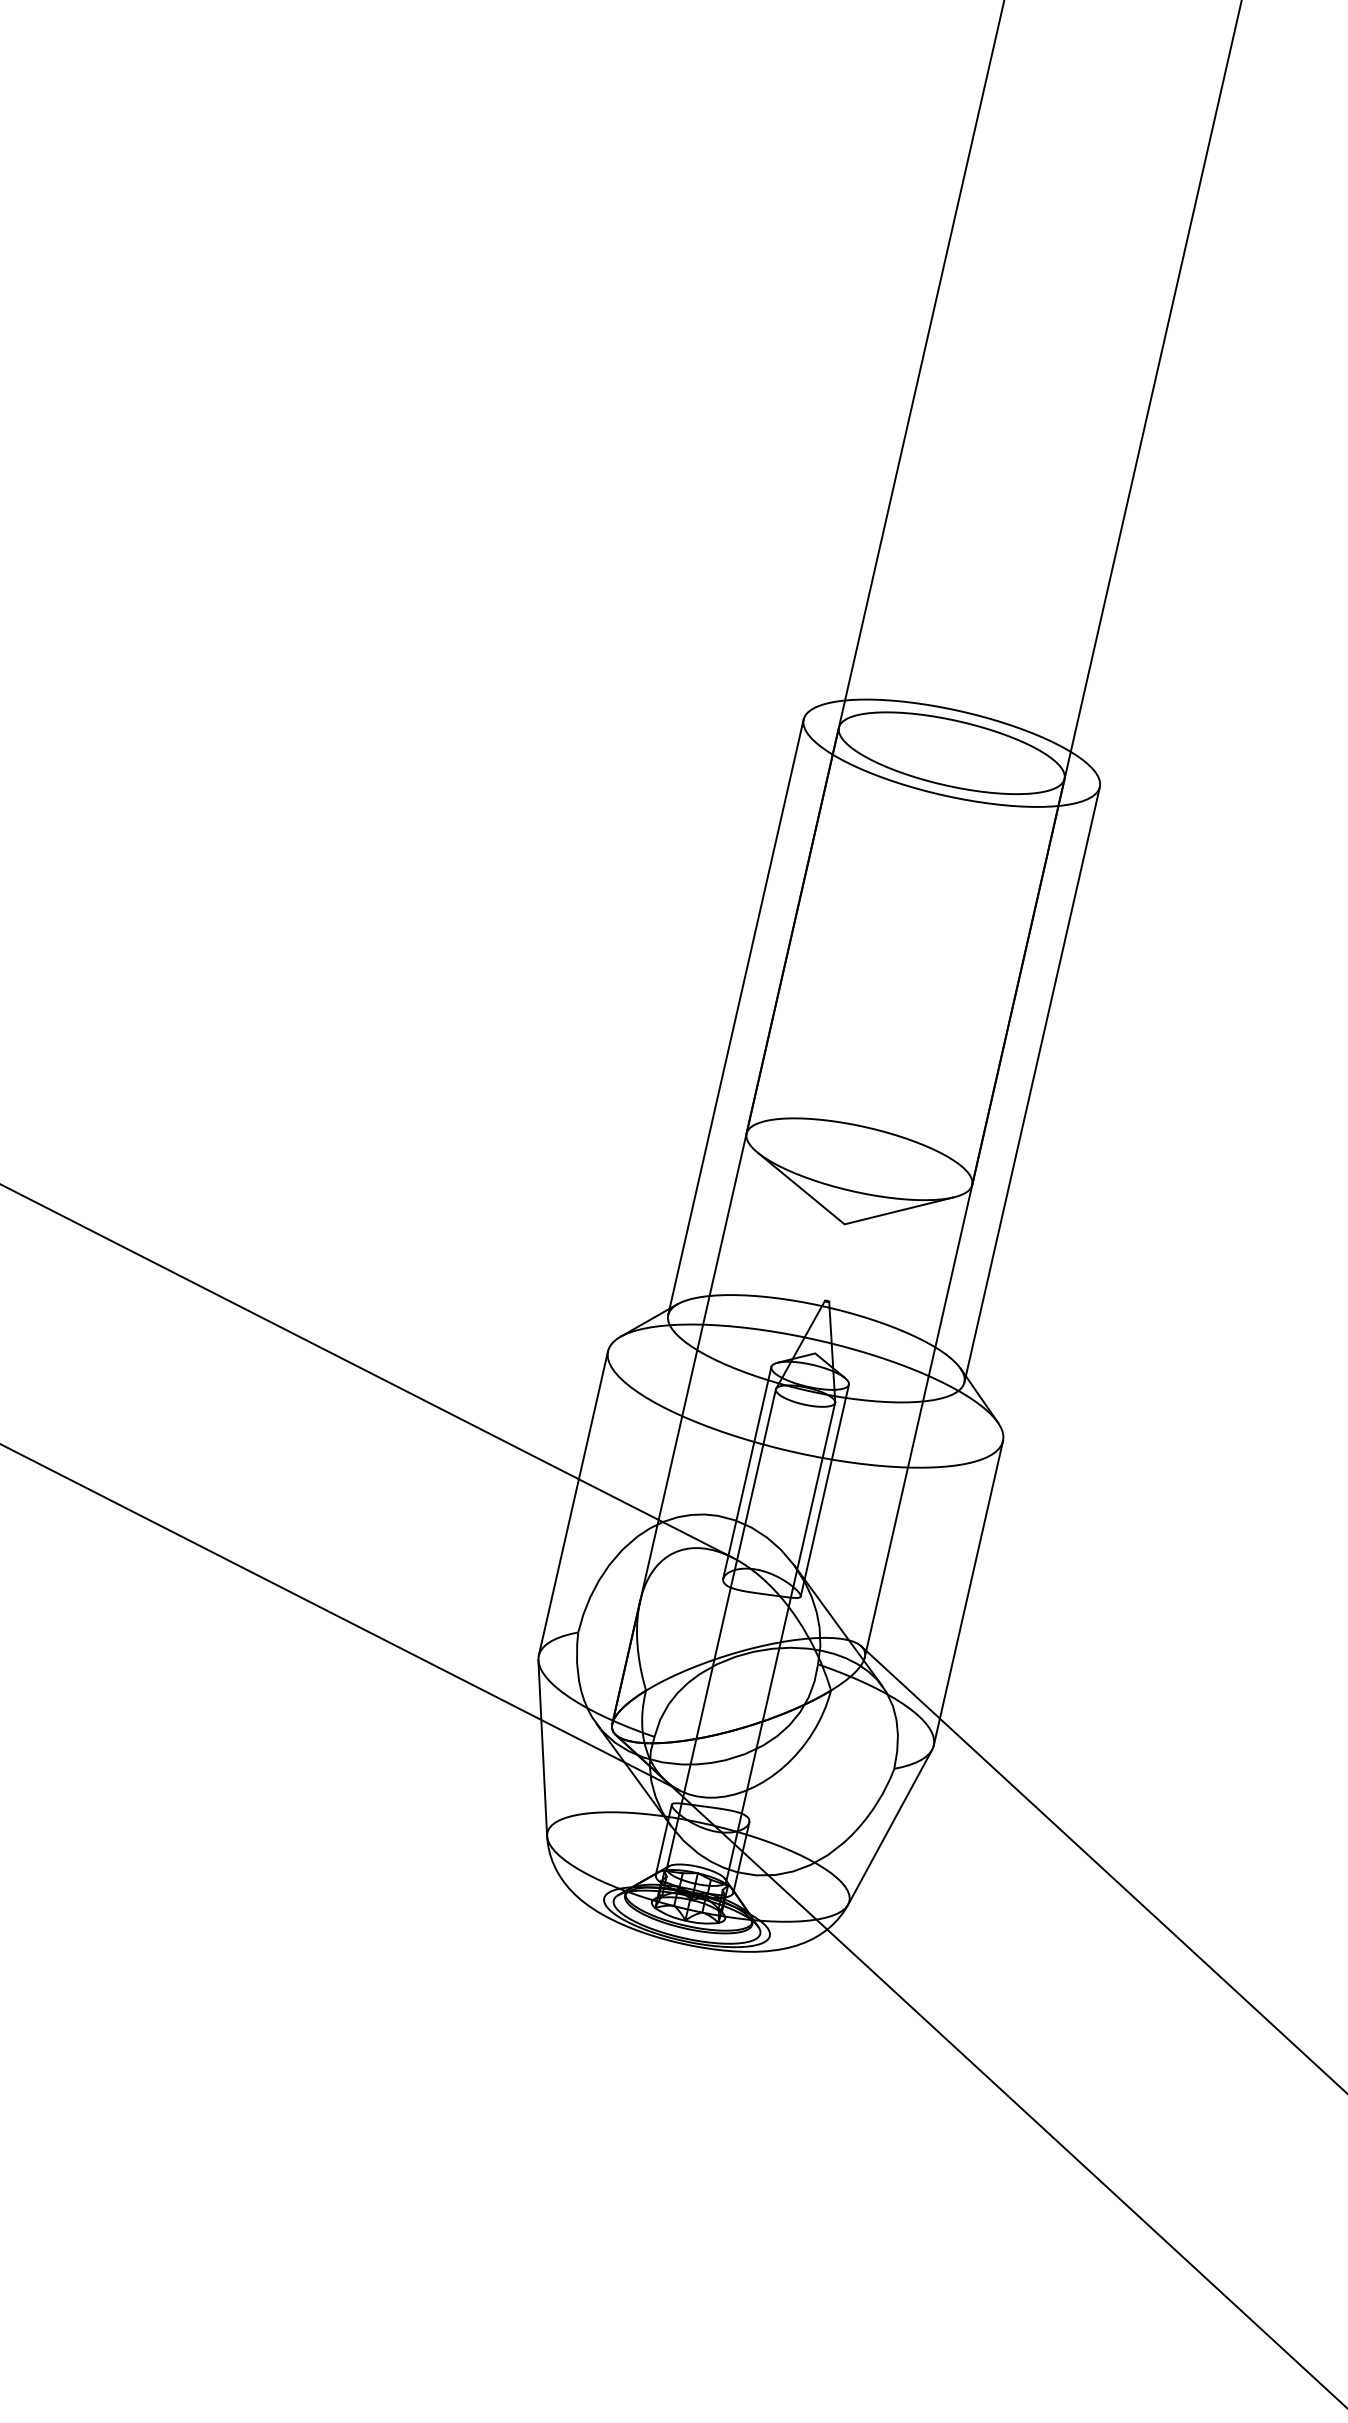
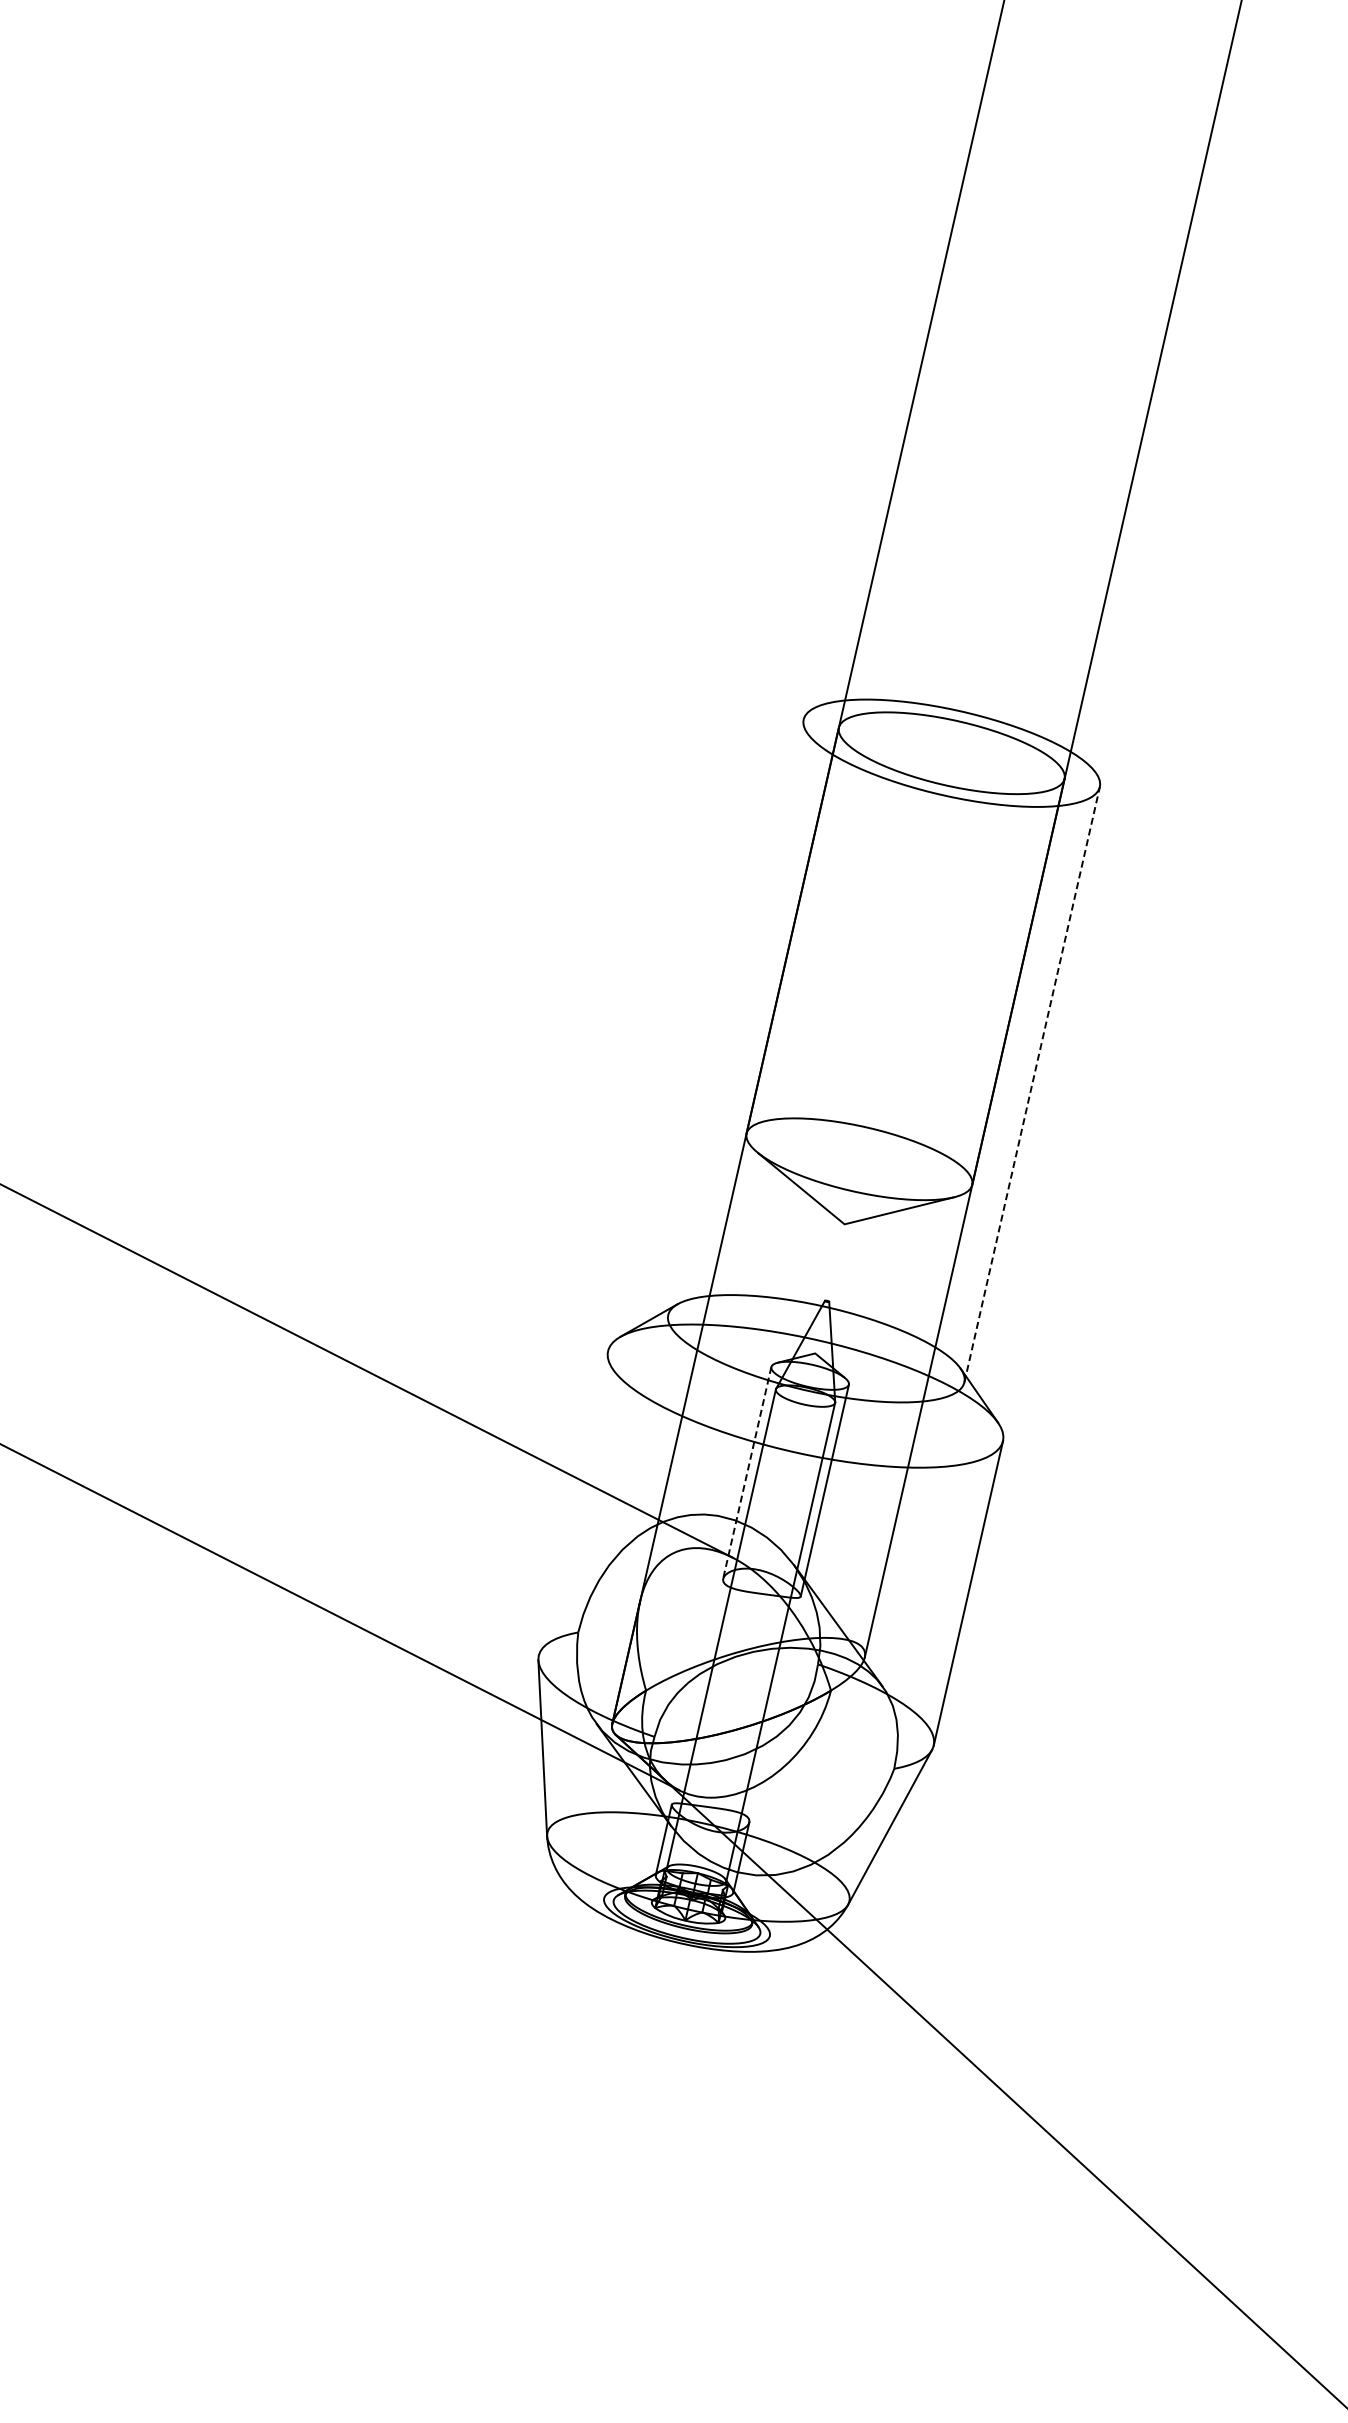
line at (735, 1017): present -> none
line at (1032, 1084): solid -> dashed
line at (747, 1472): solid -> dashed
line at (573, 1503): present -> none
line at (1102, 1868): present -> none
